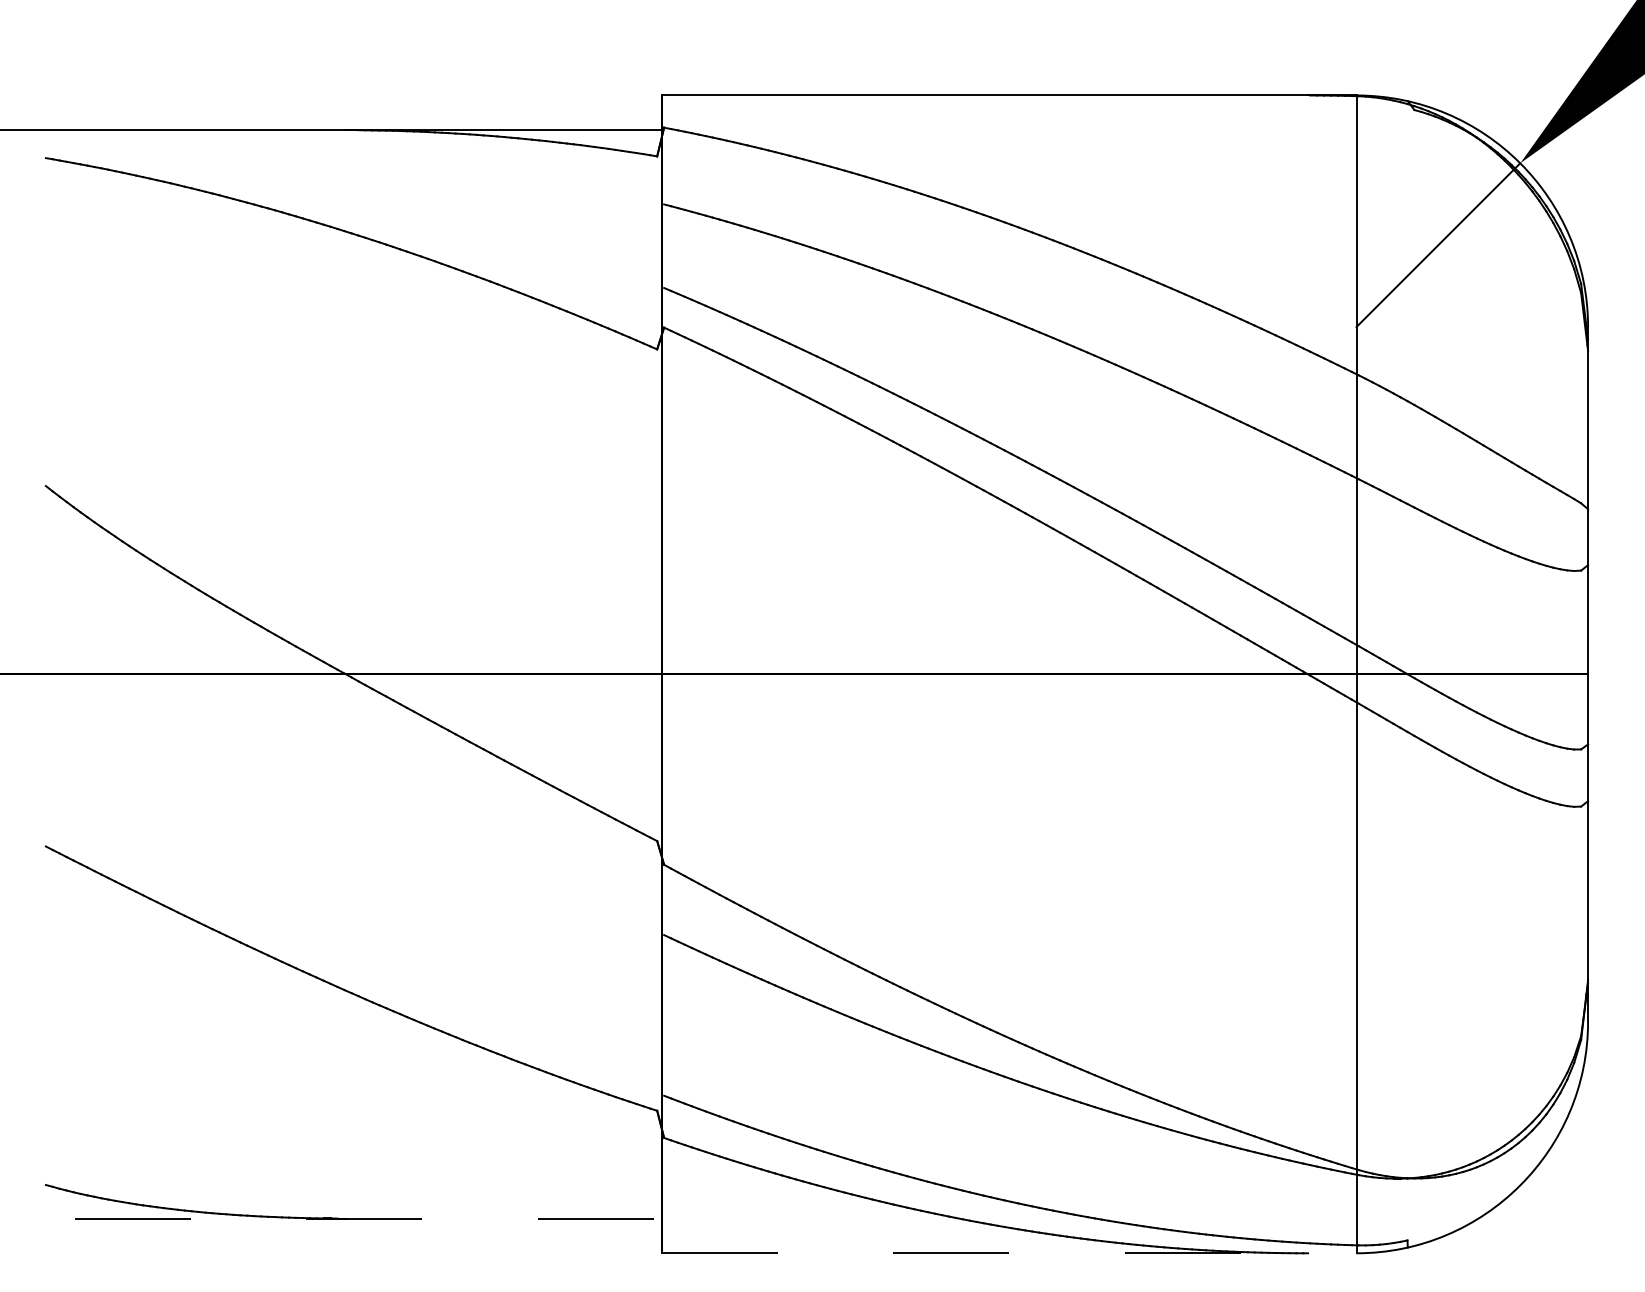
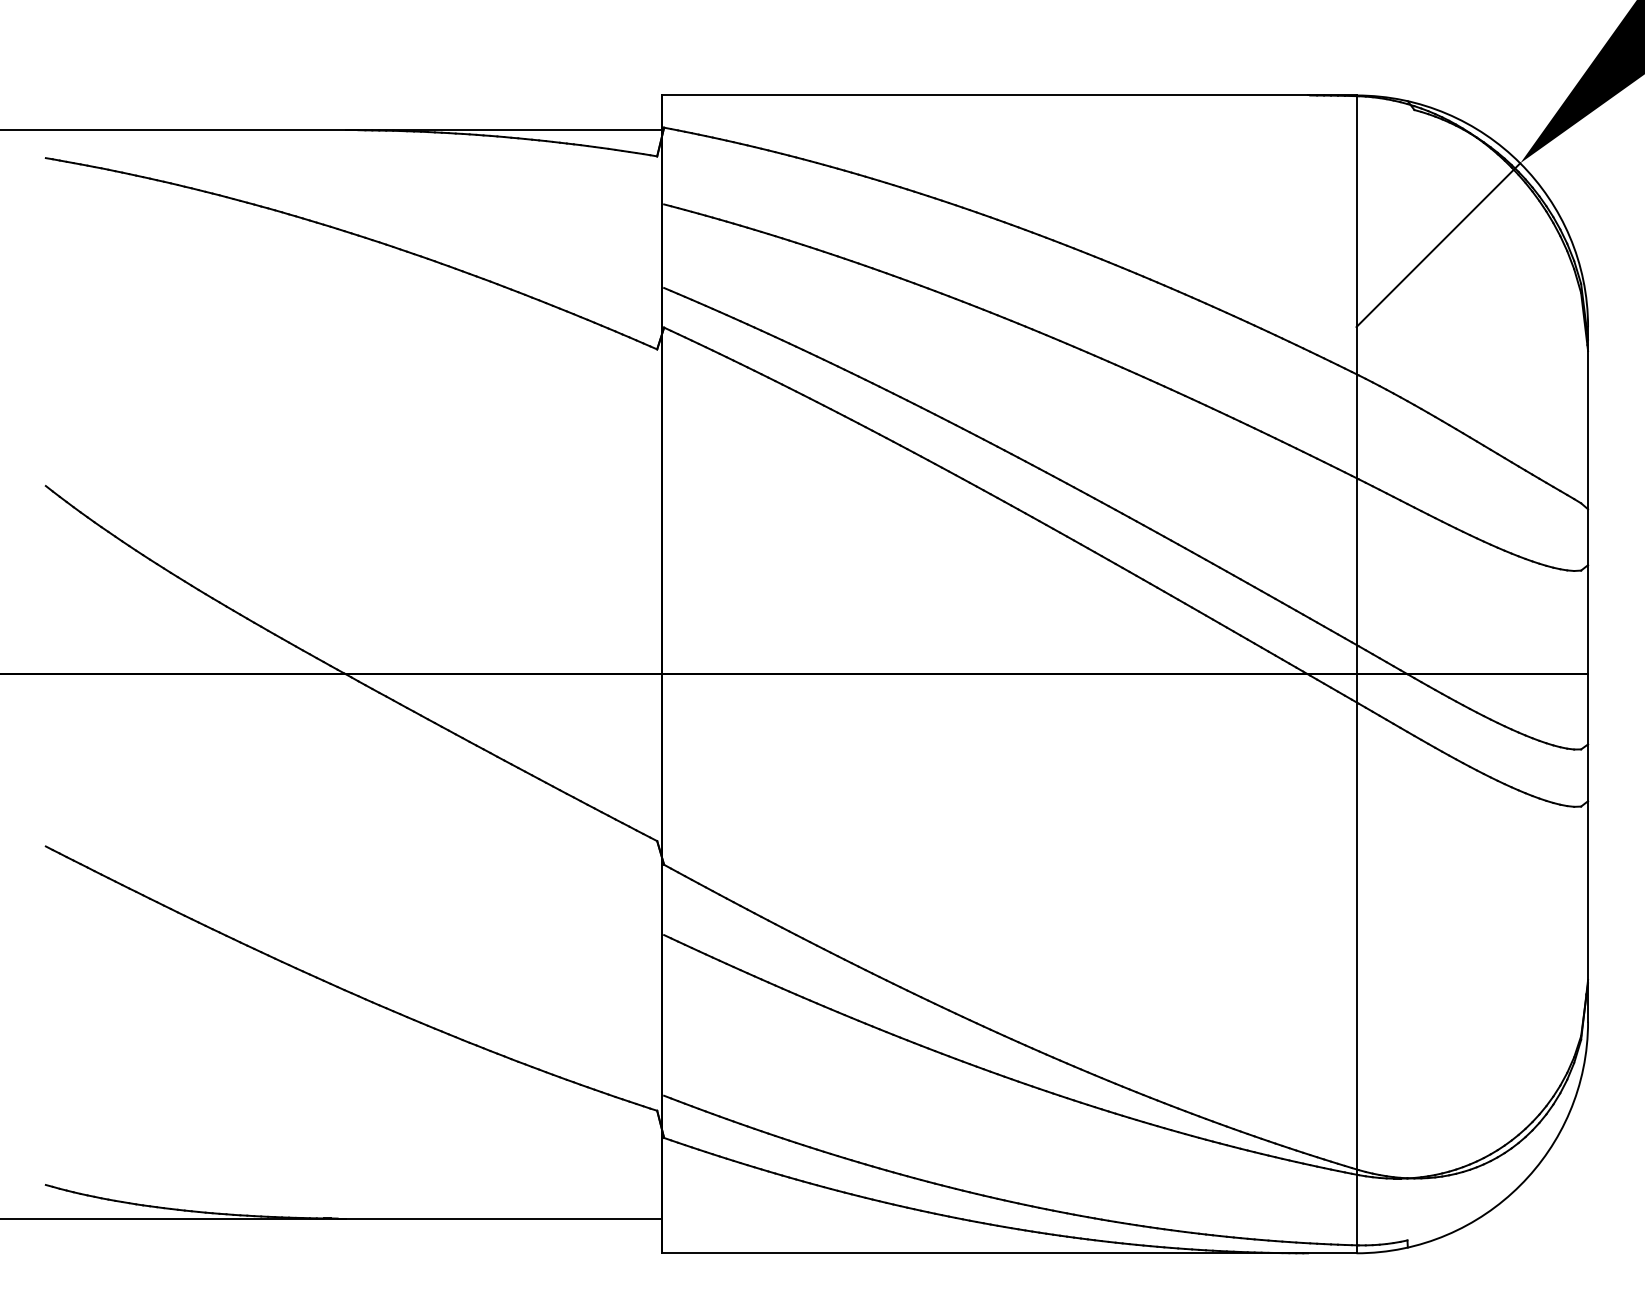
line at (331, 1218): dashed -> solid
line at (1009, 1253): dashed -> solid
